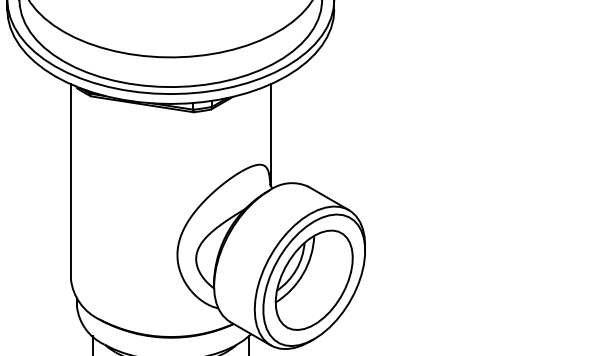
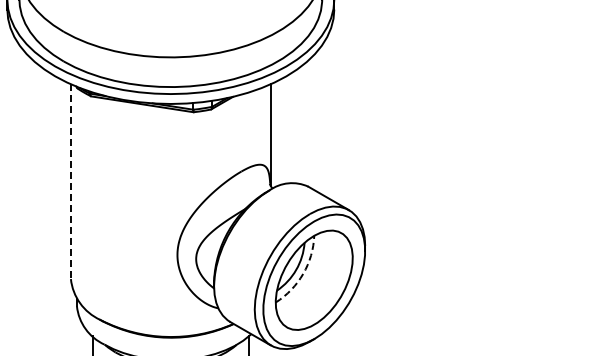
line at (70, 182): solid -> dashed
arc at (303, 273): solid -> dashed
